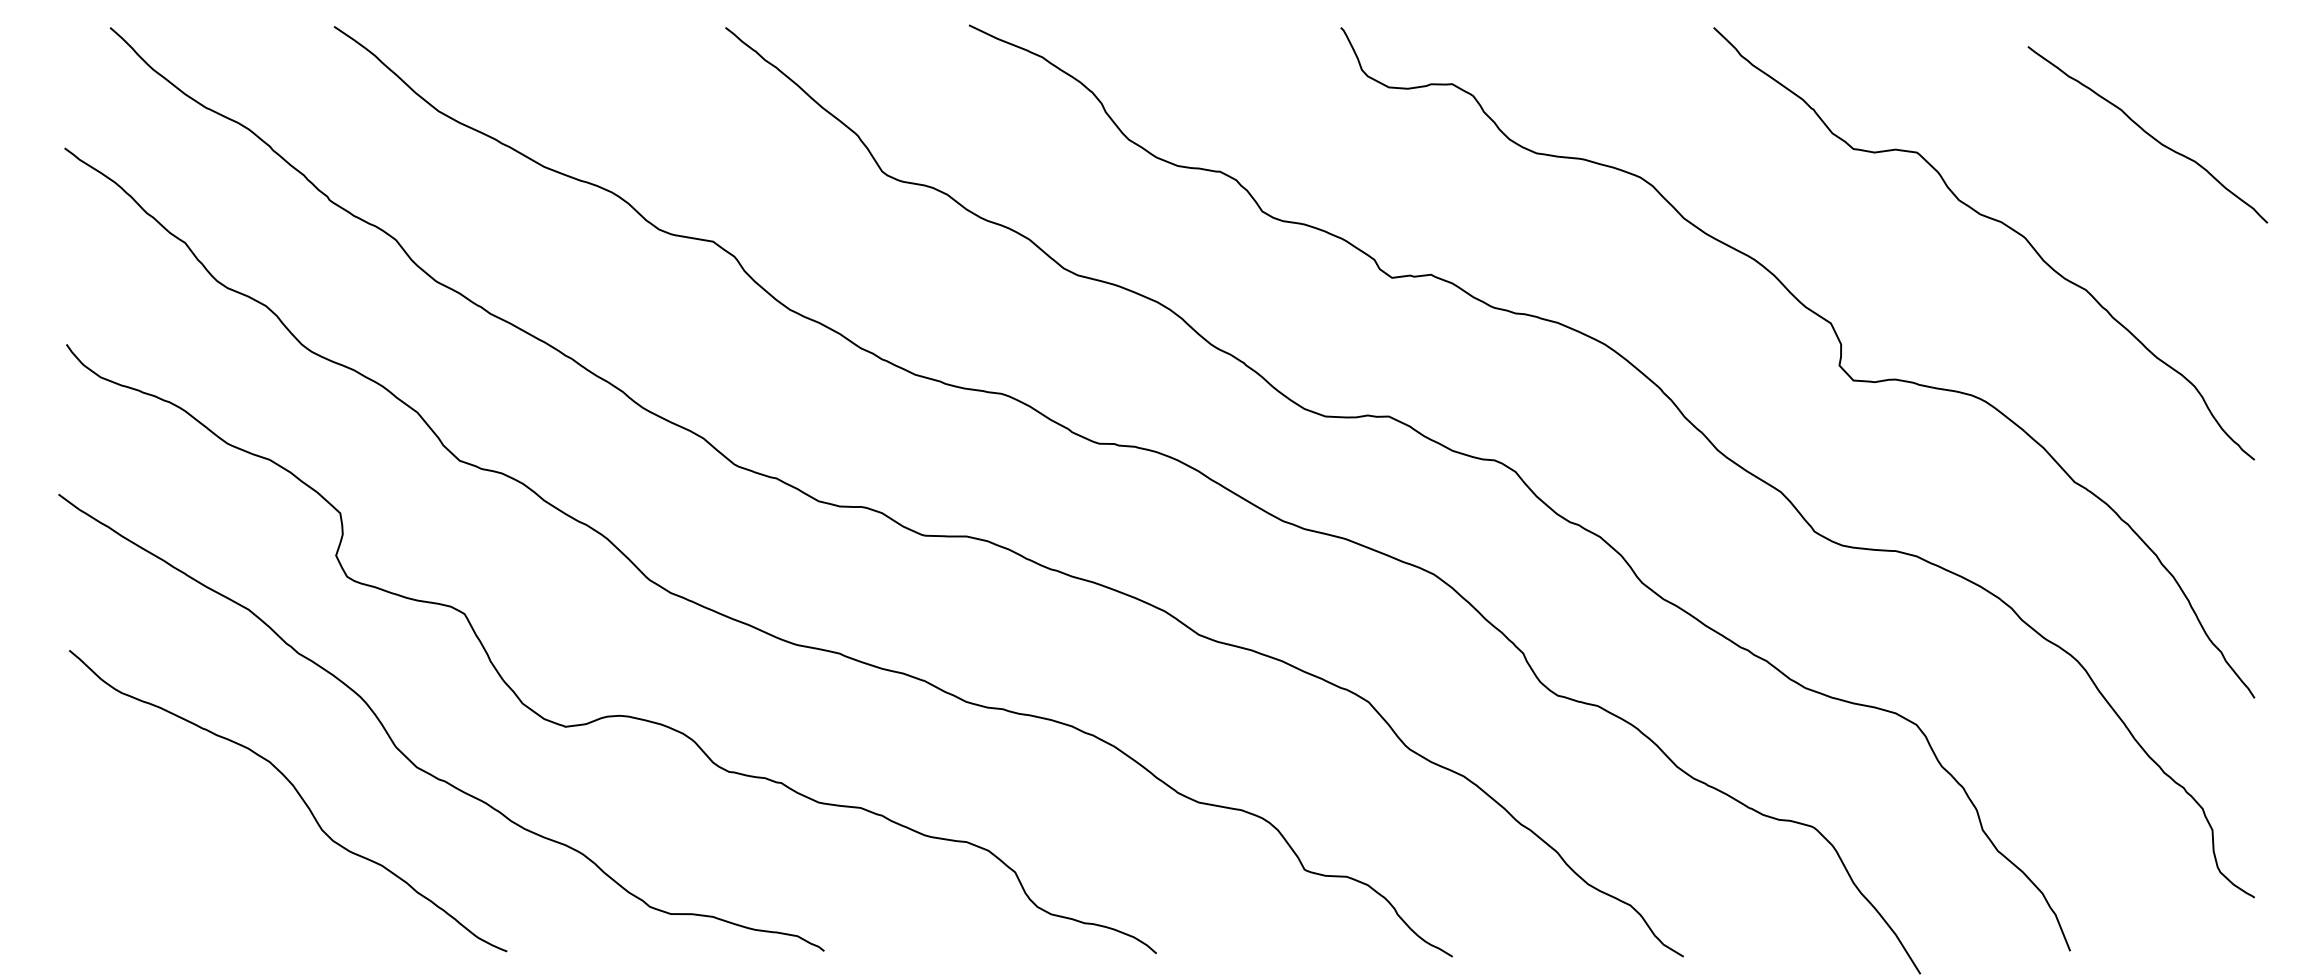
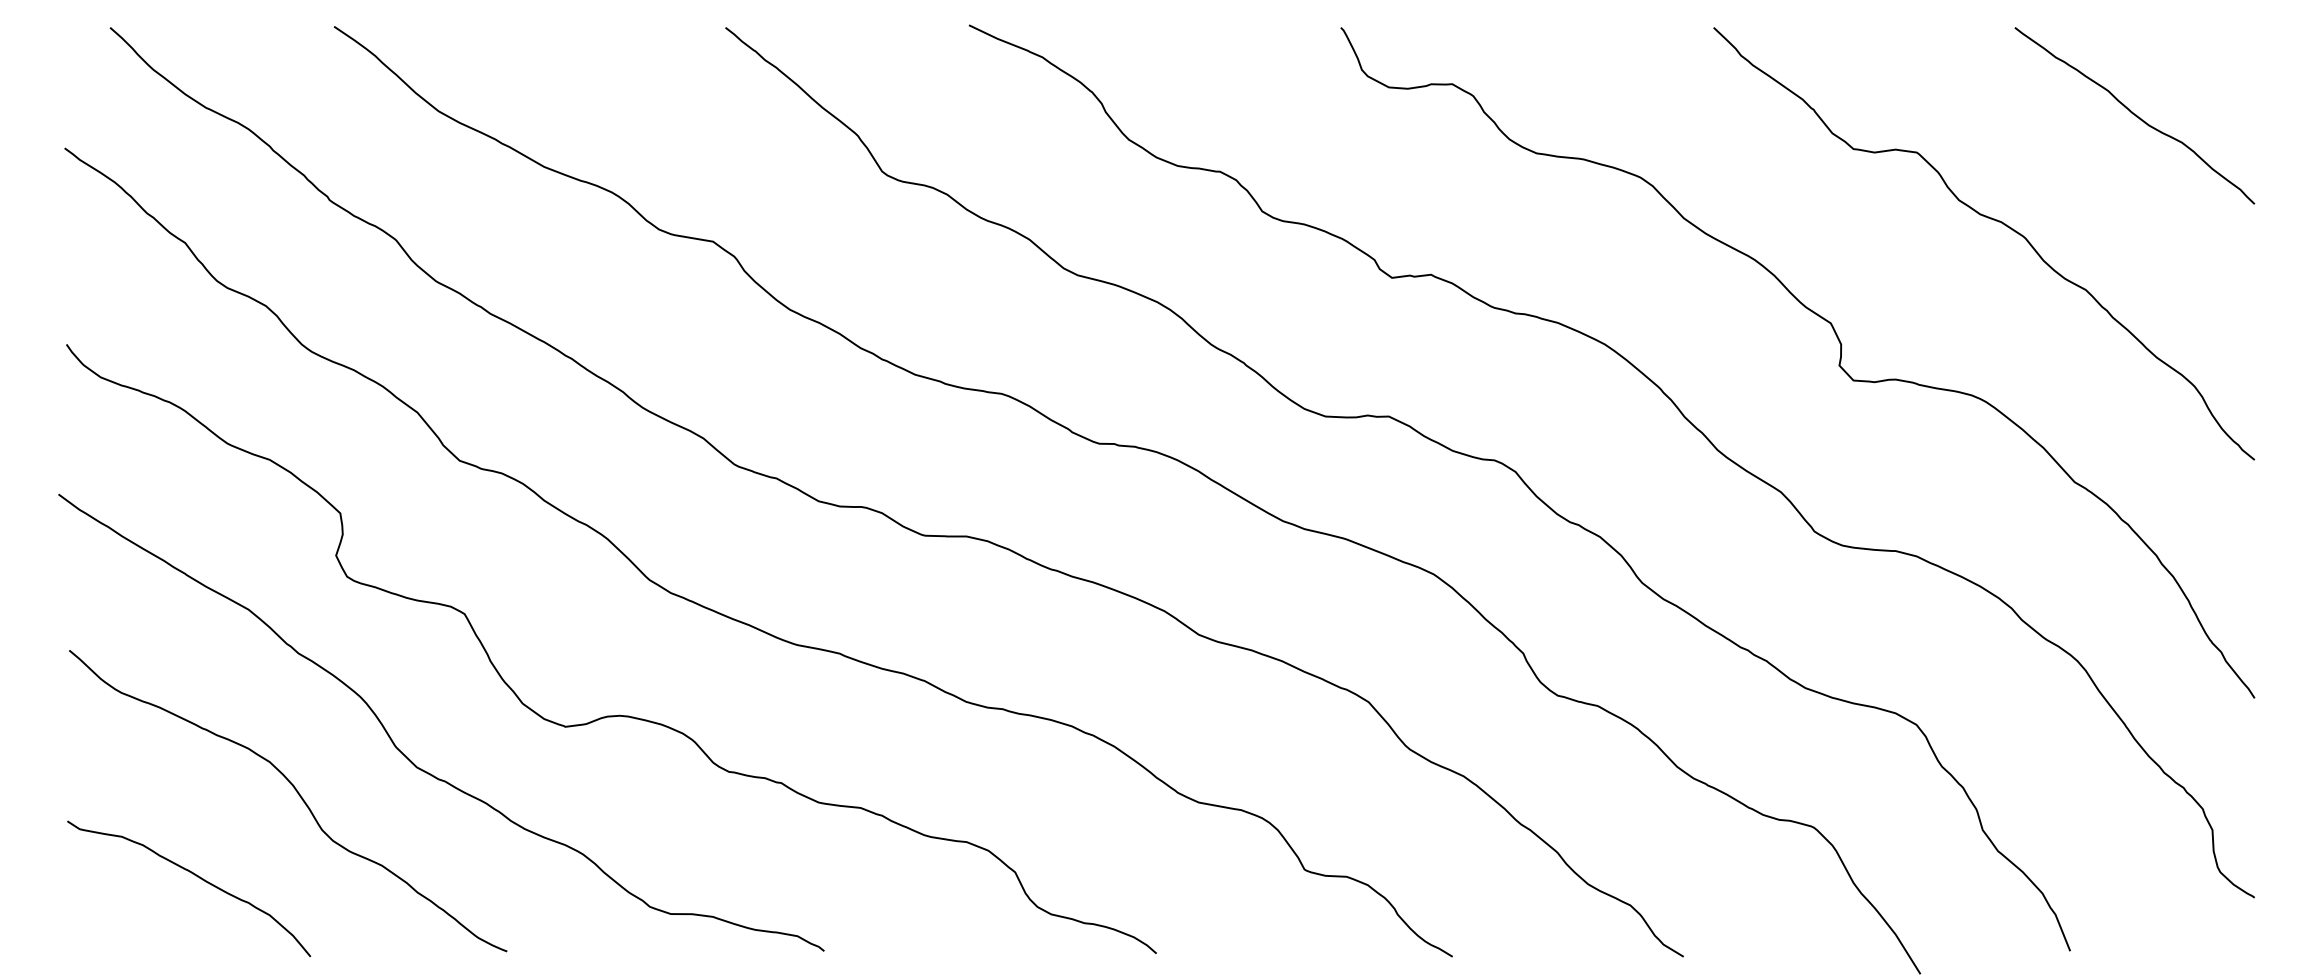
curve at (2147, 134) position: (2147, 134) -> (2134, 115)
curve at (197, 877): none -> present
